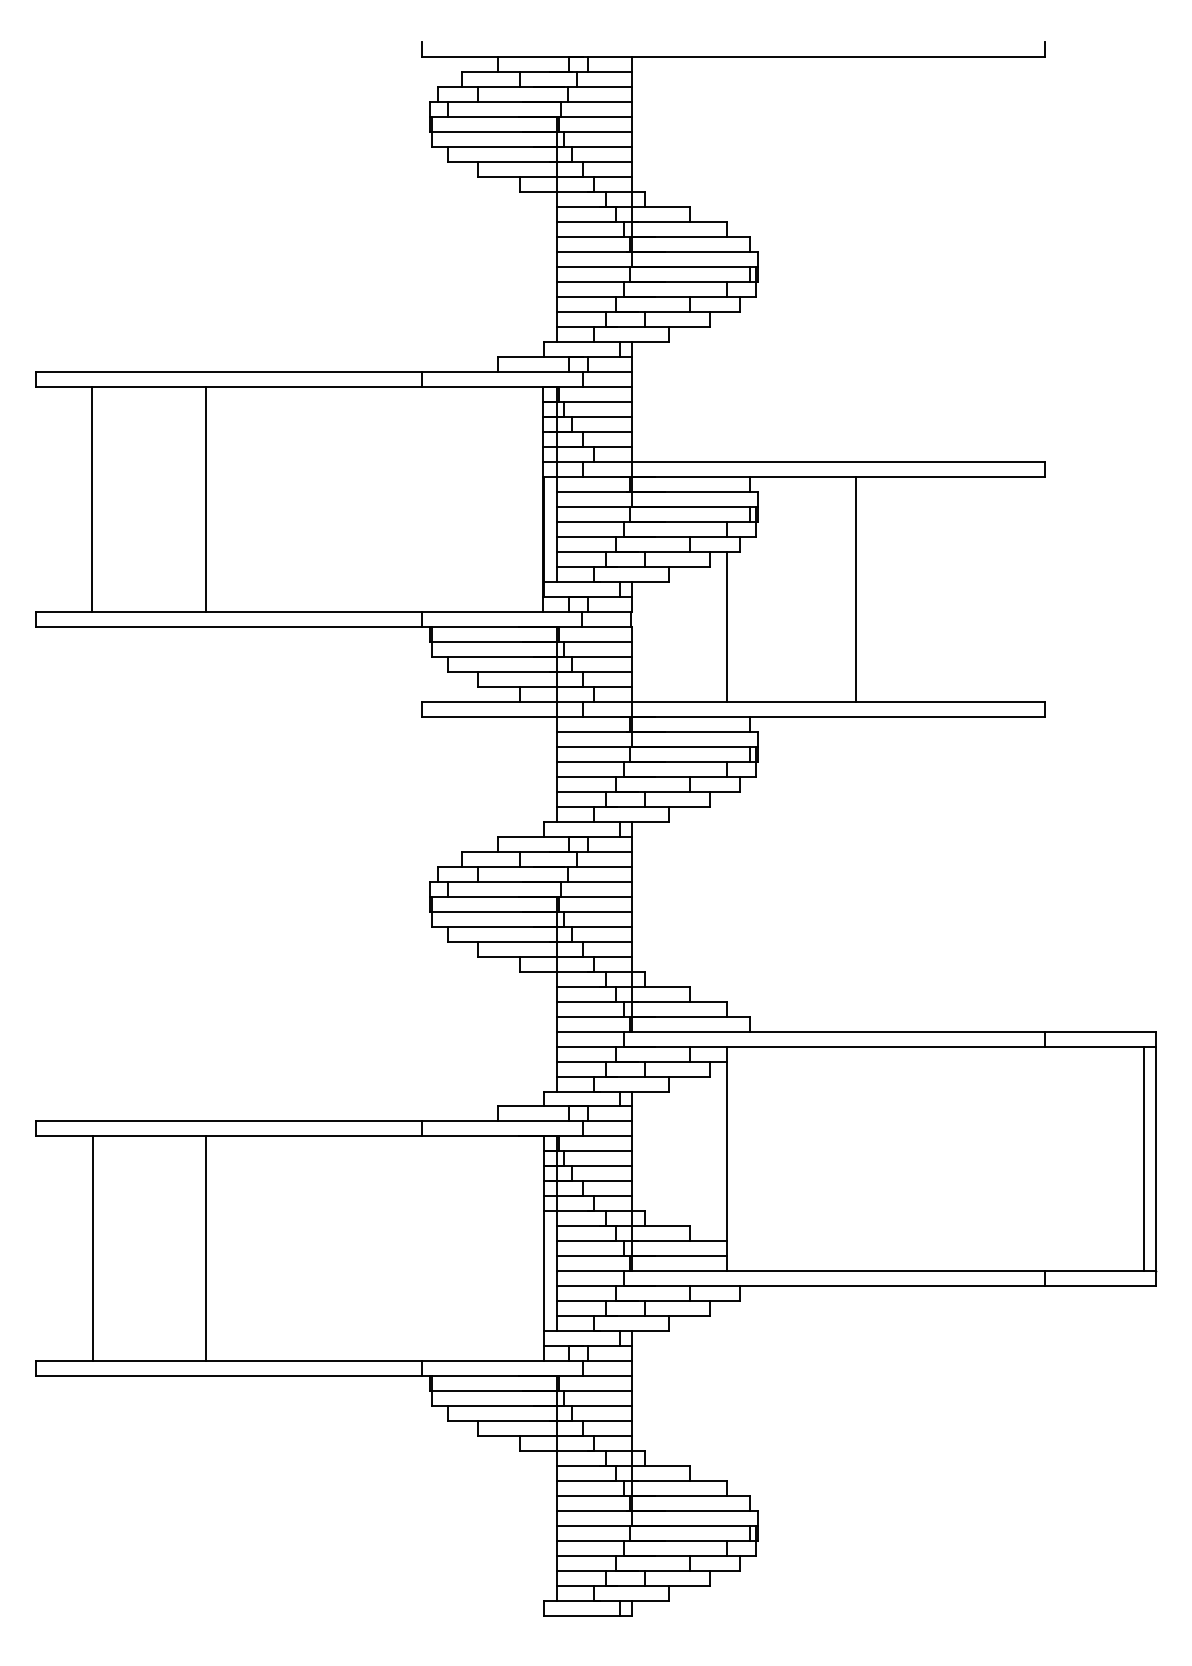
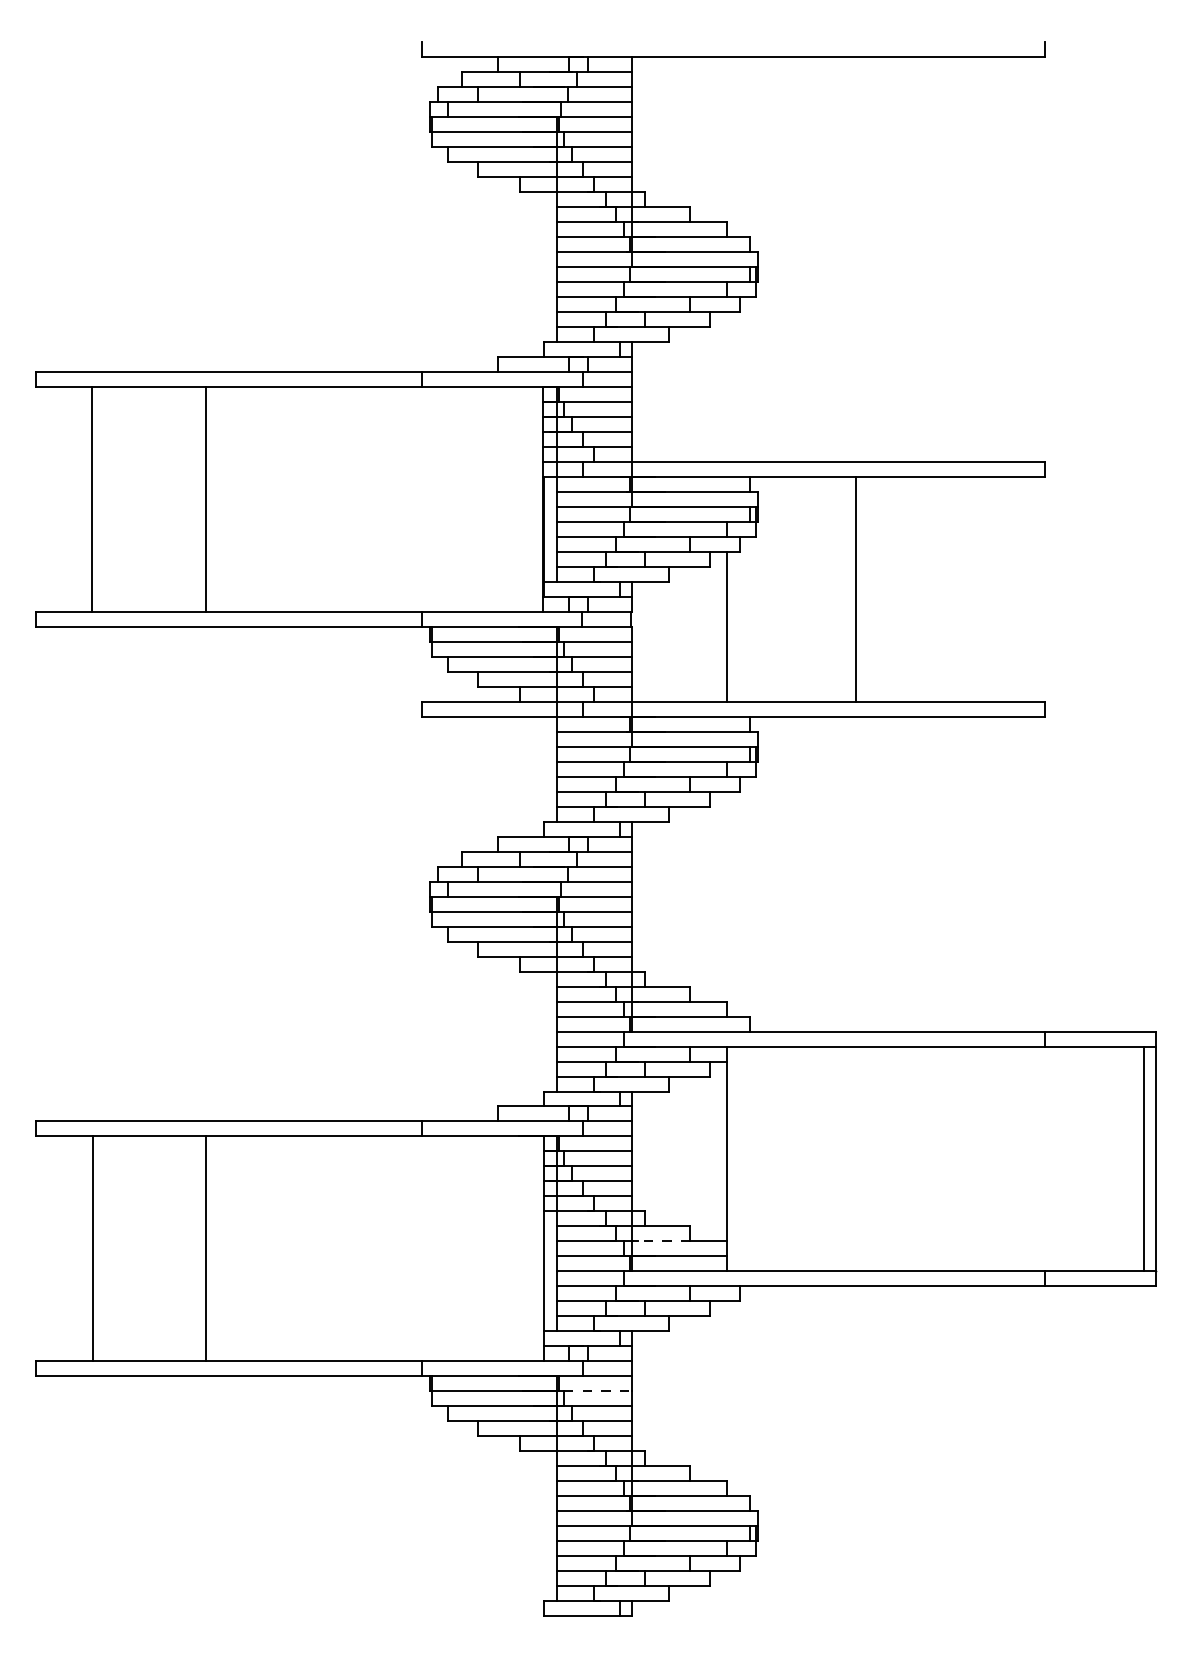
line at (660, 1241): solid -> dashed
line at (597, 1391): solid -> dashed
